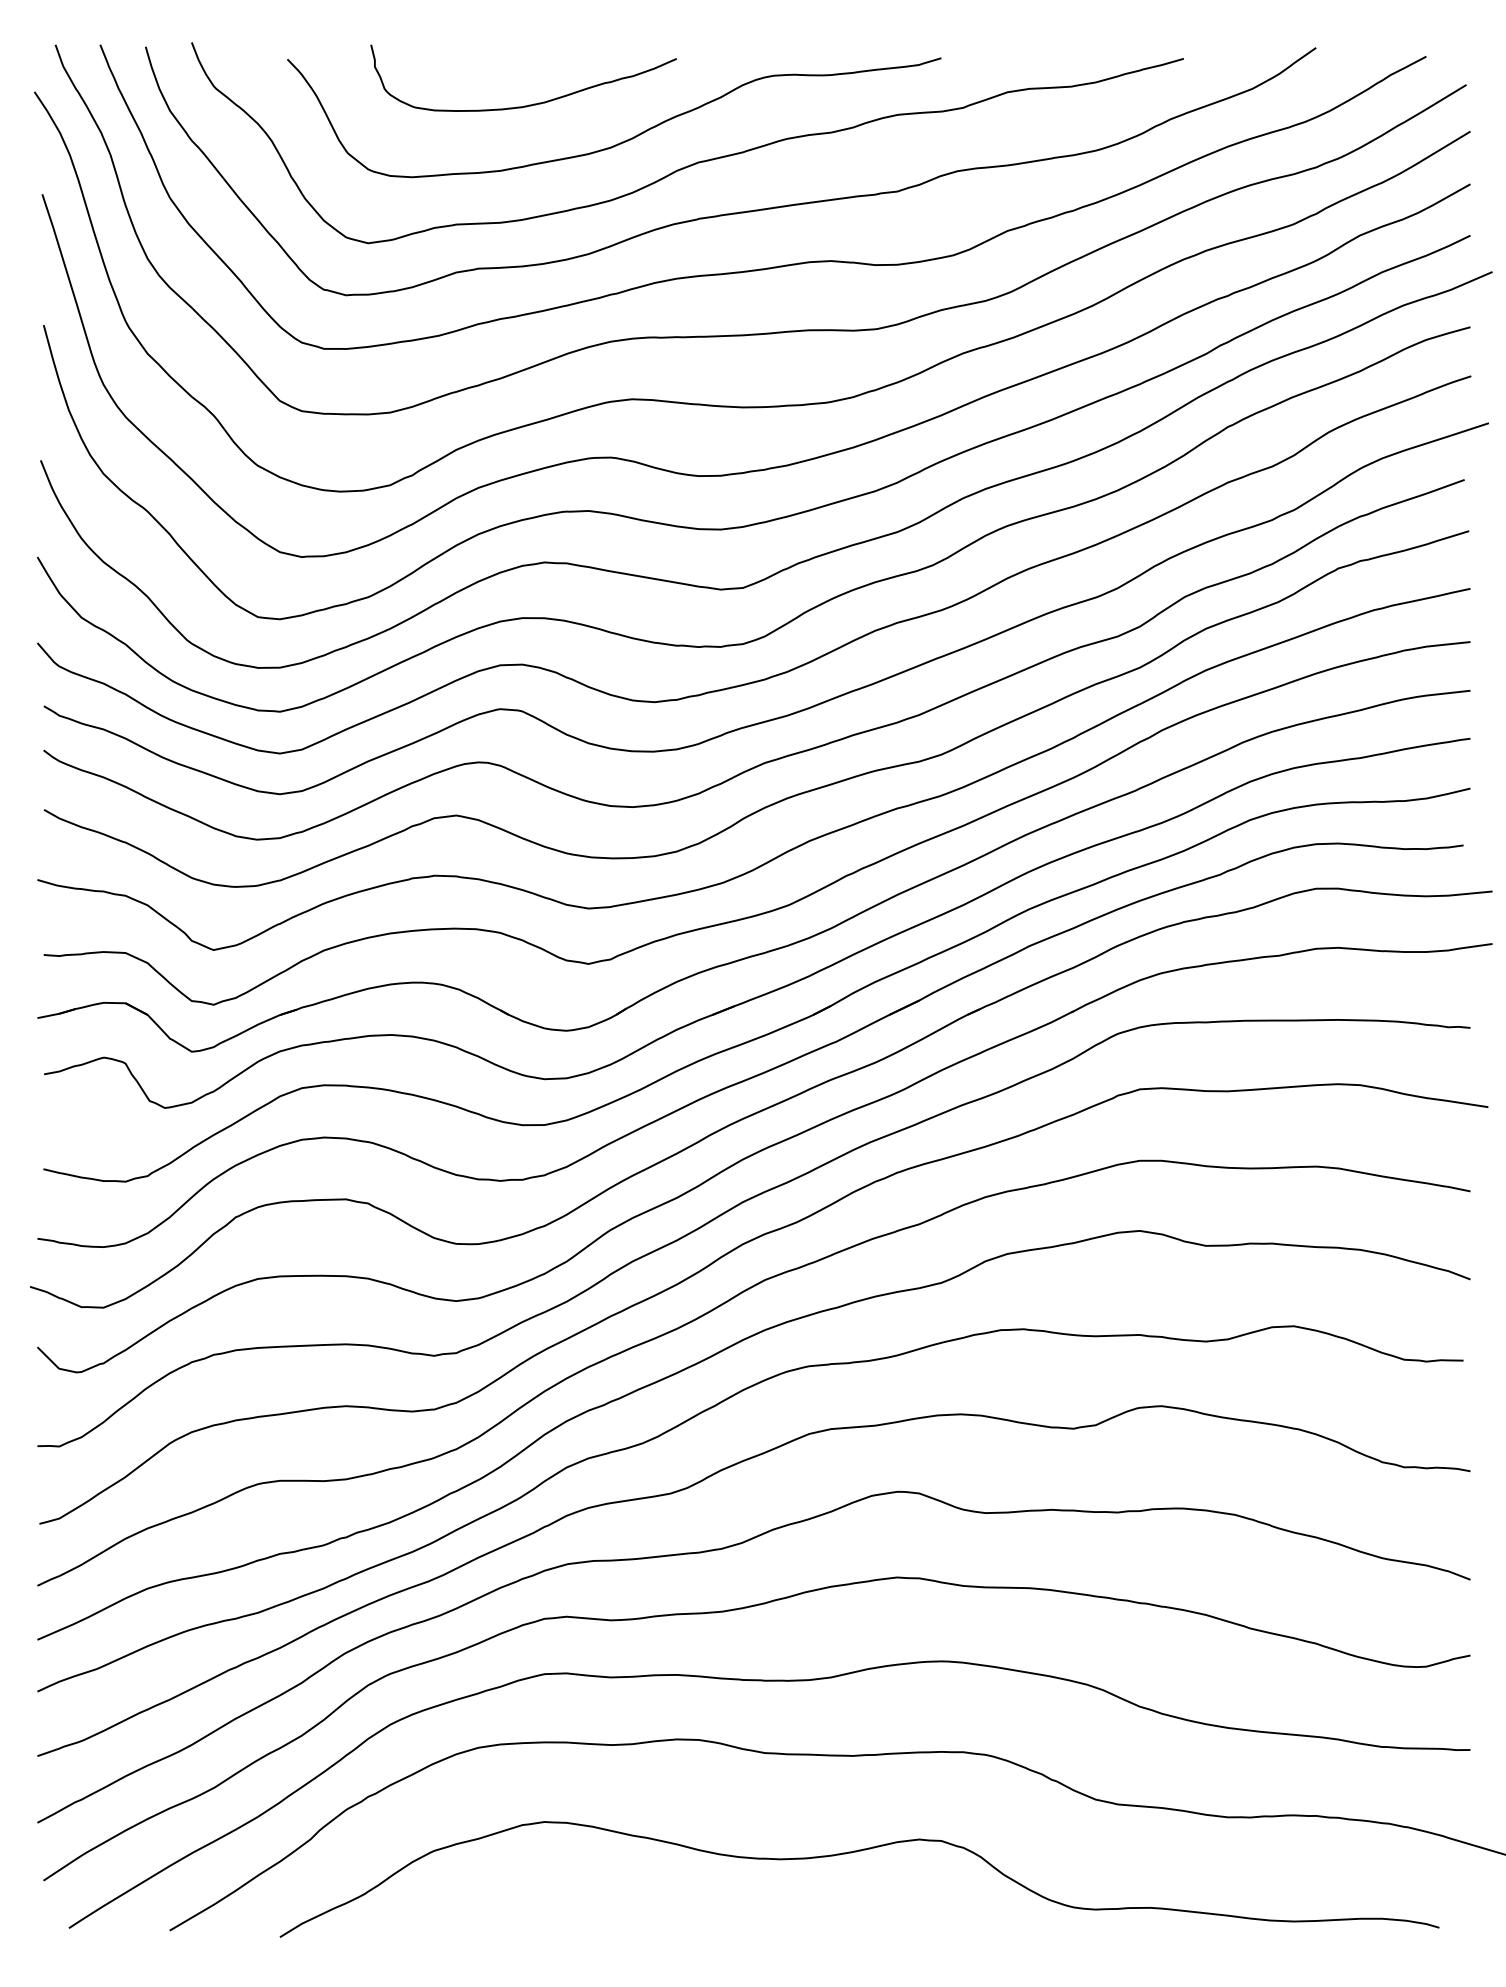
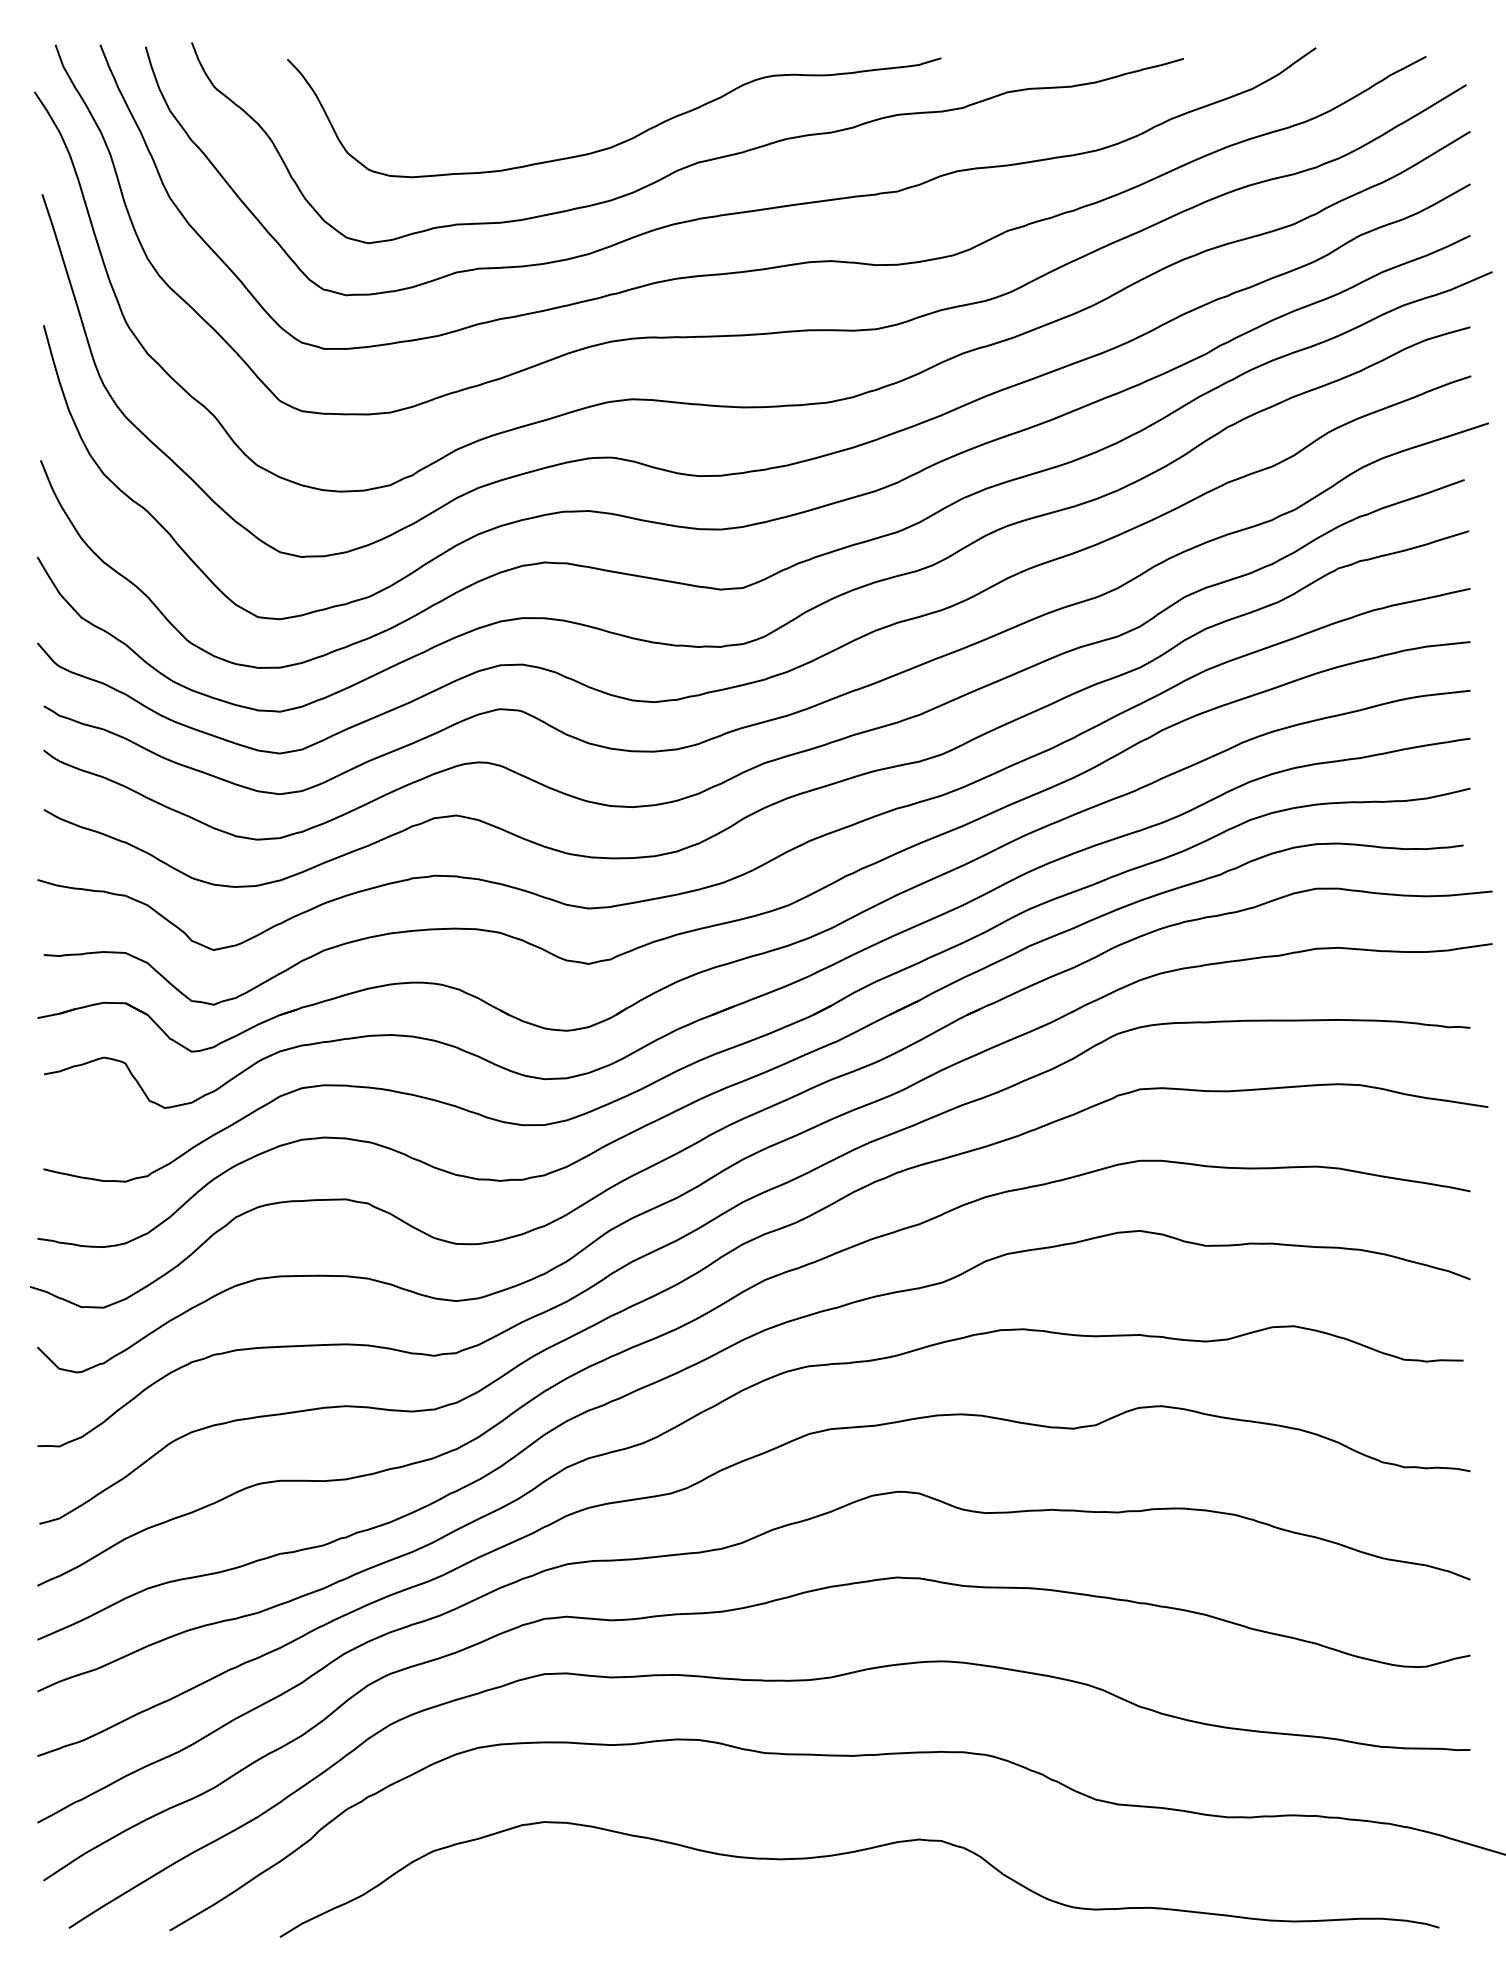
curve at (529, 104): present -> none
